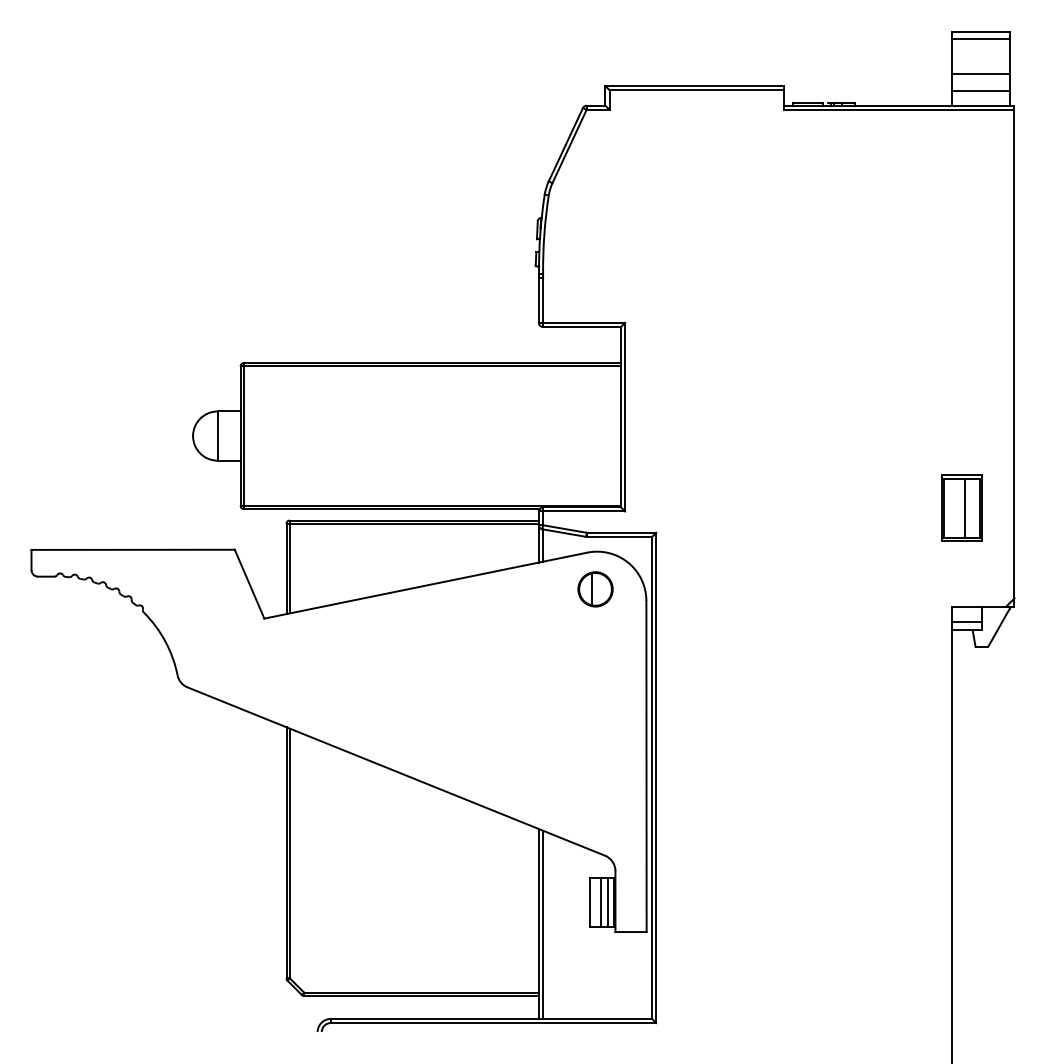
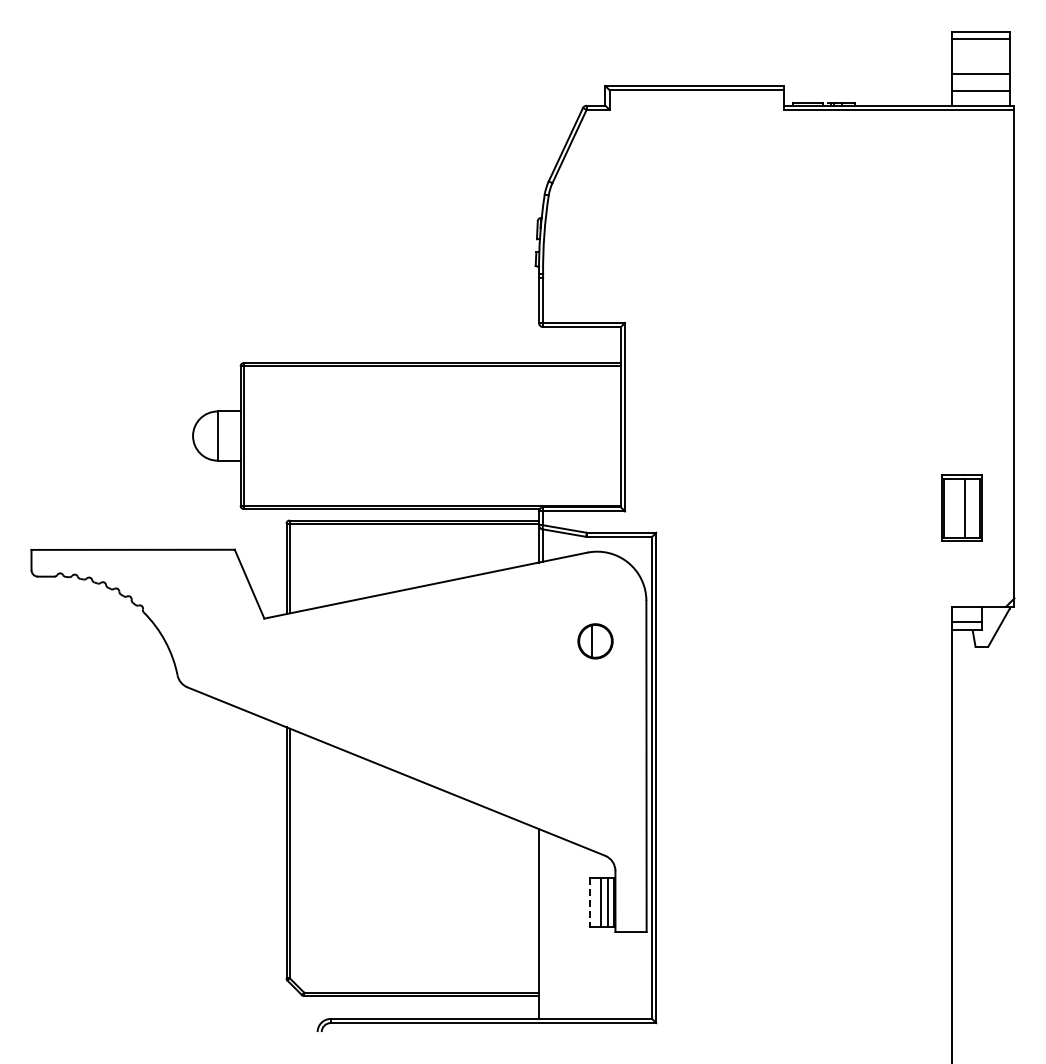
part at (595, 589) position: (595, 589) -> (595, 641)
line at (589, 902): solid -> dashed
line at (543, 924): present -> none
